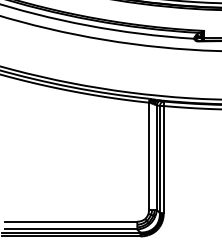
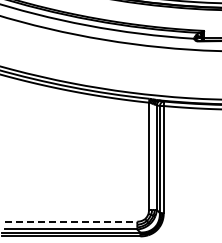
line at (71, 221): solid -> dashed
